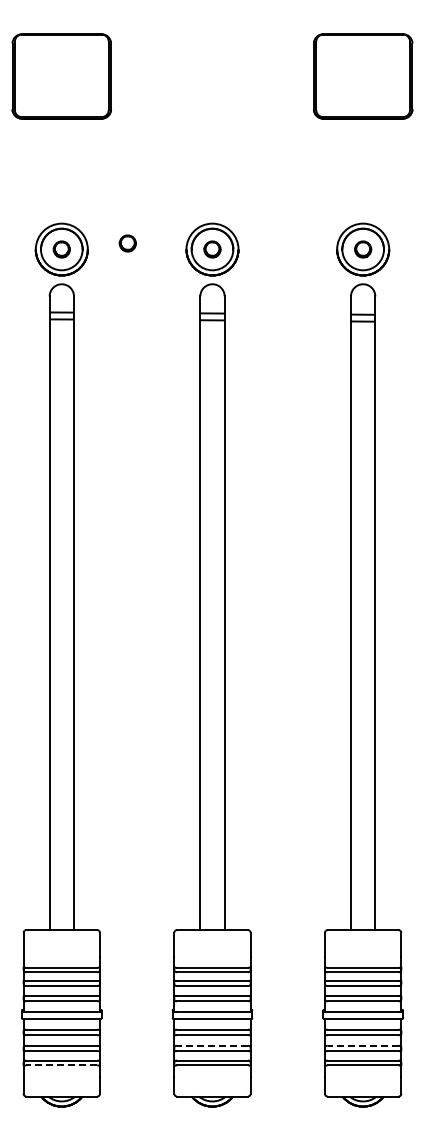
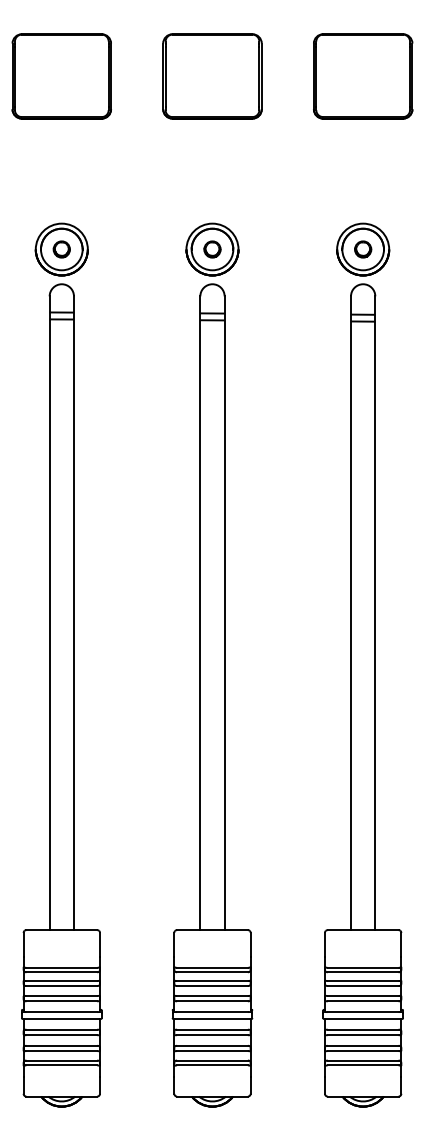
part at (212, 76): none -> present
part at (127, 243): present -> none
line at (212, 1045): dashed -> solid
line at (362, 1045): dashed -> solid
line at (61, 1065): dashed -> solid
